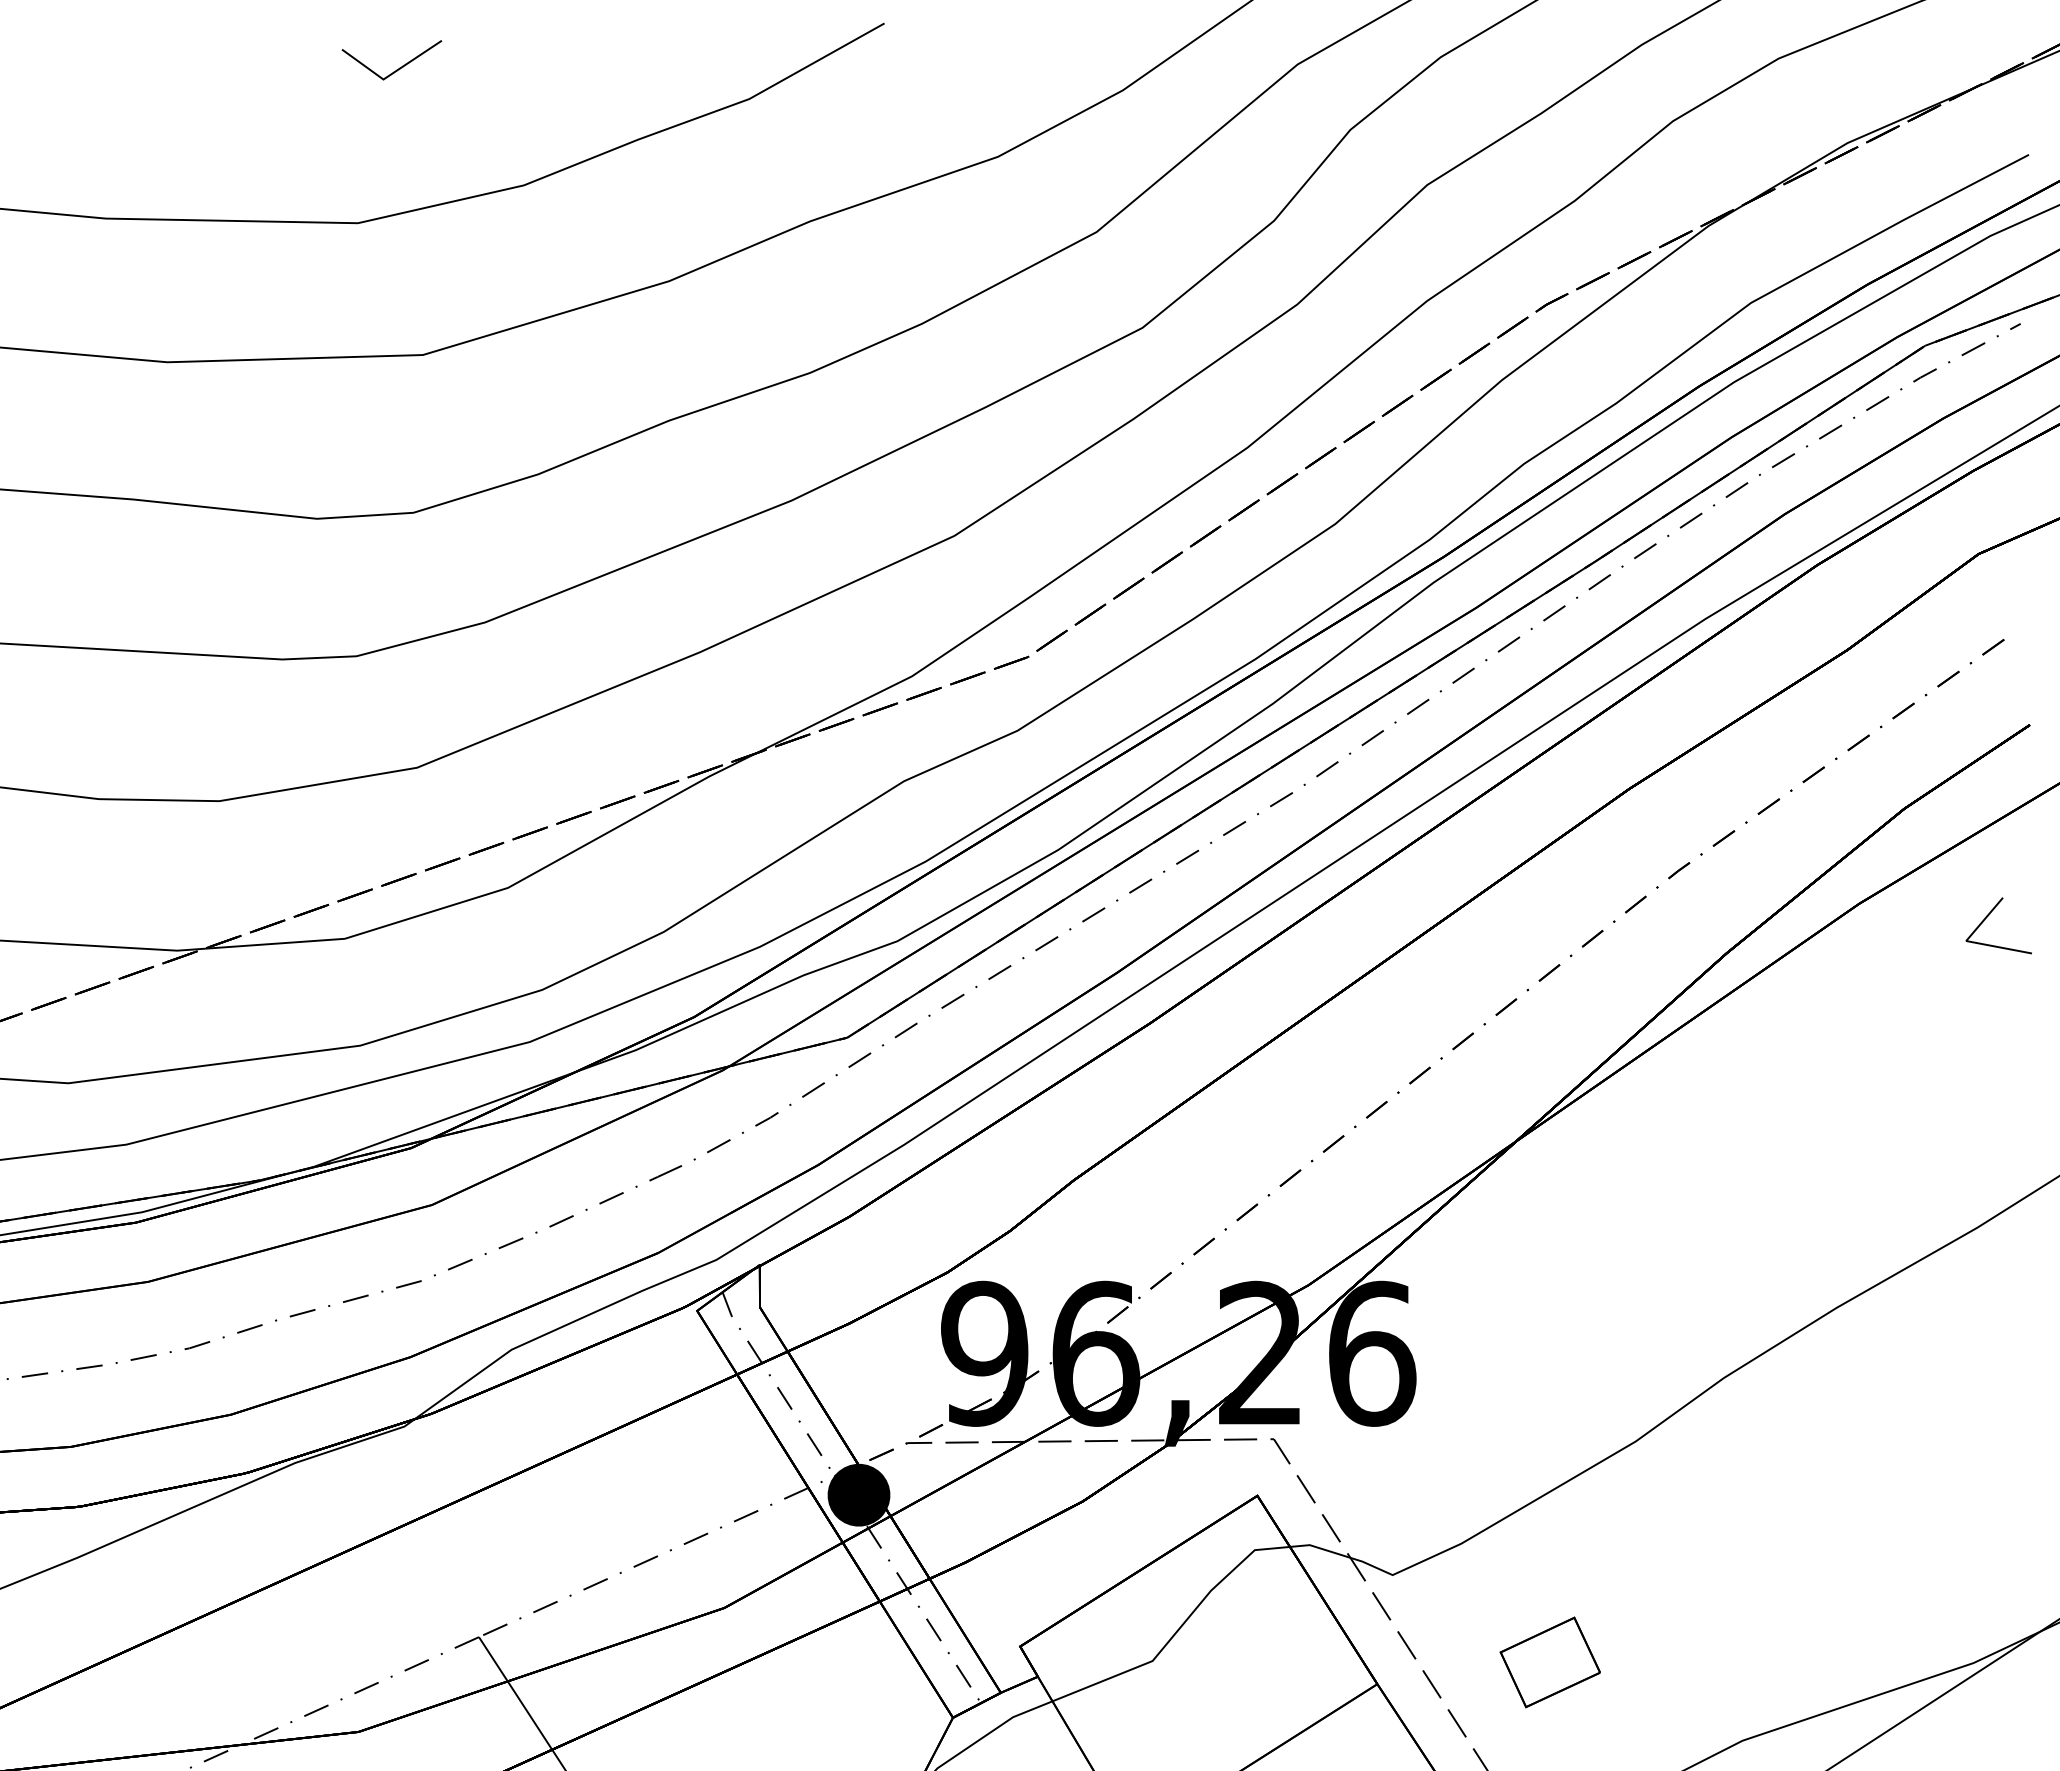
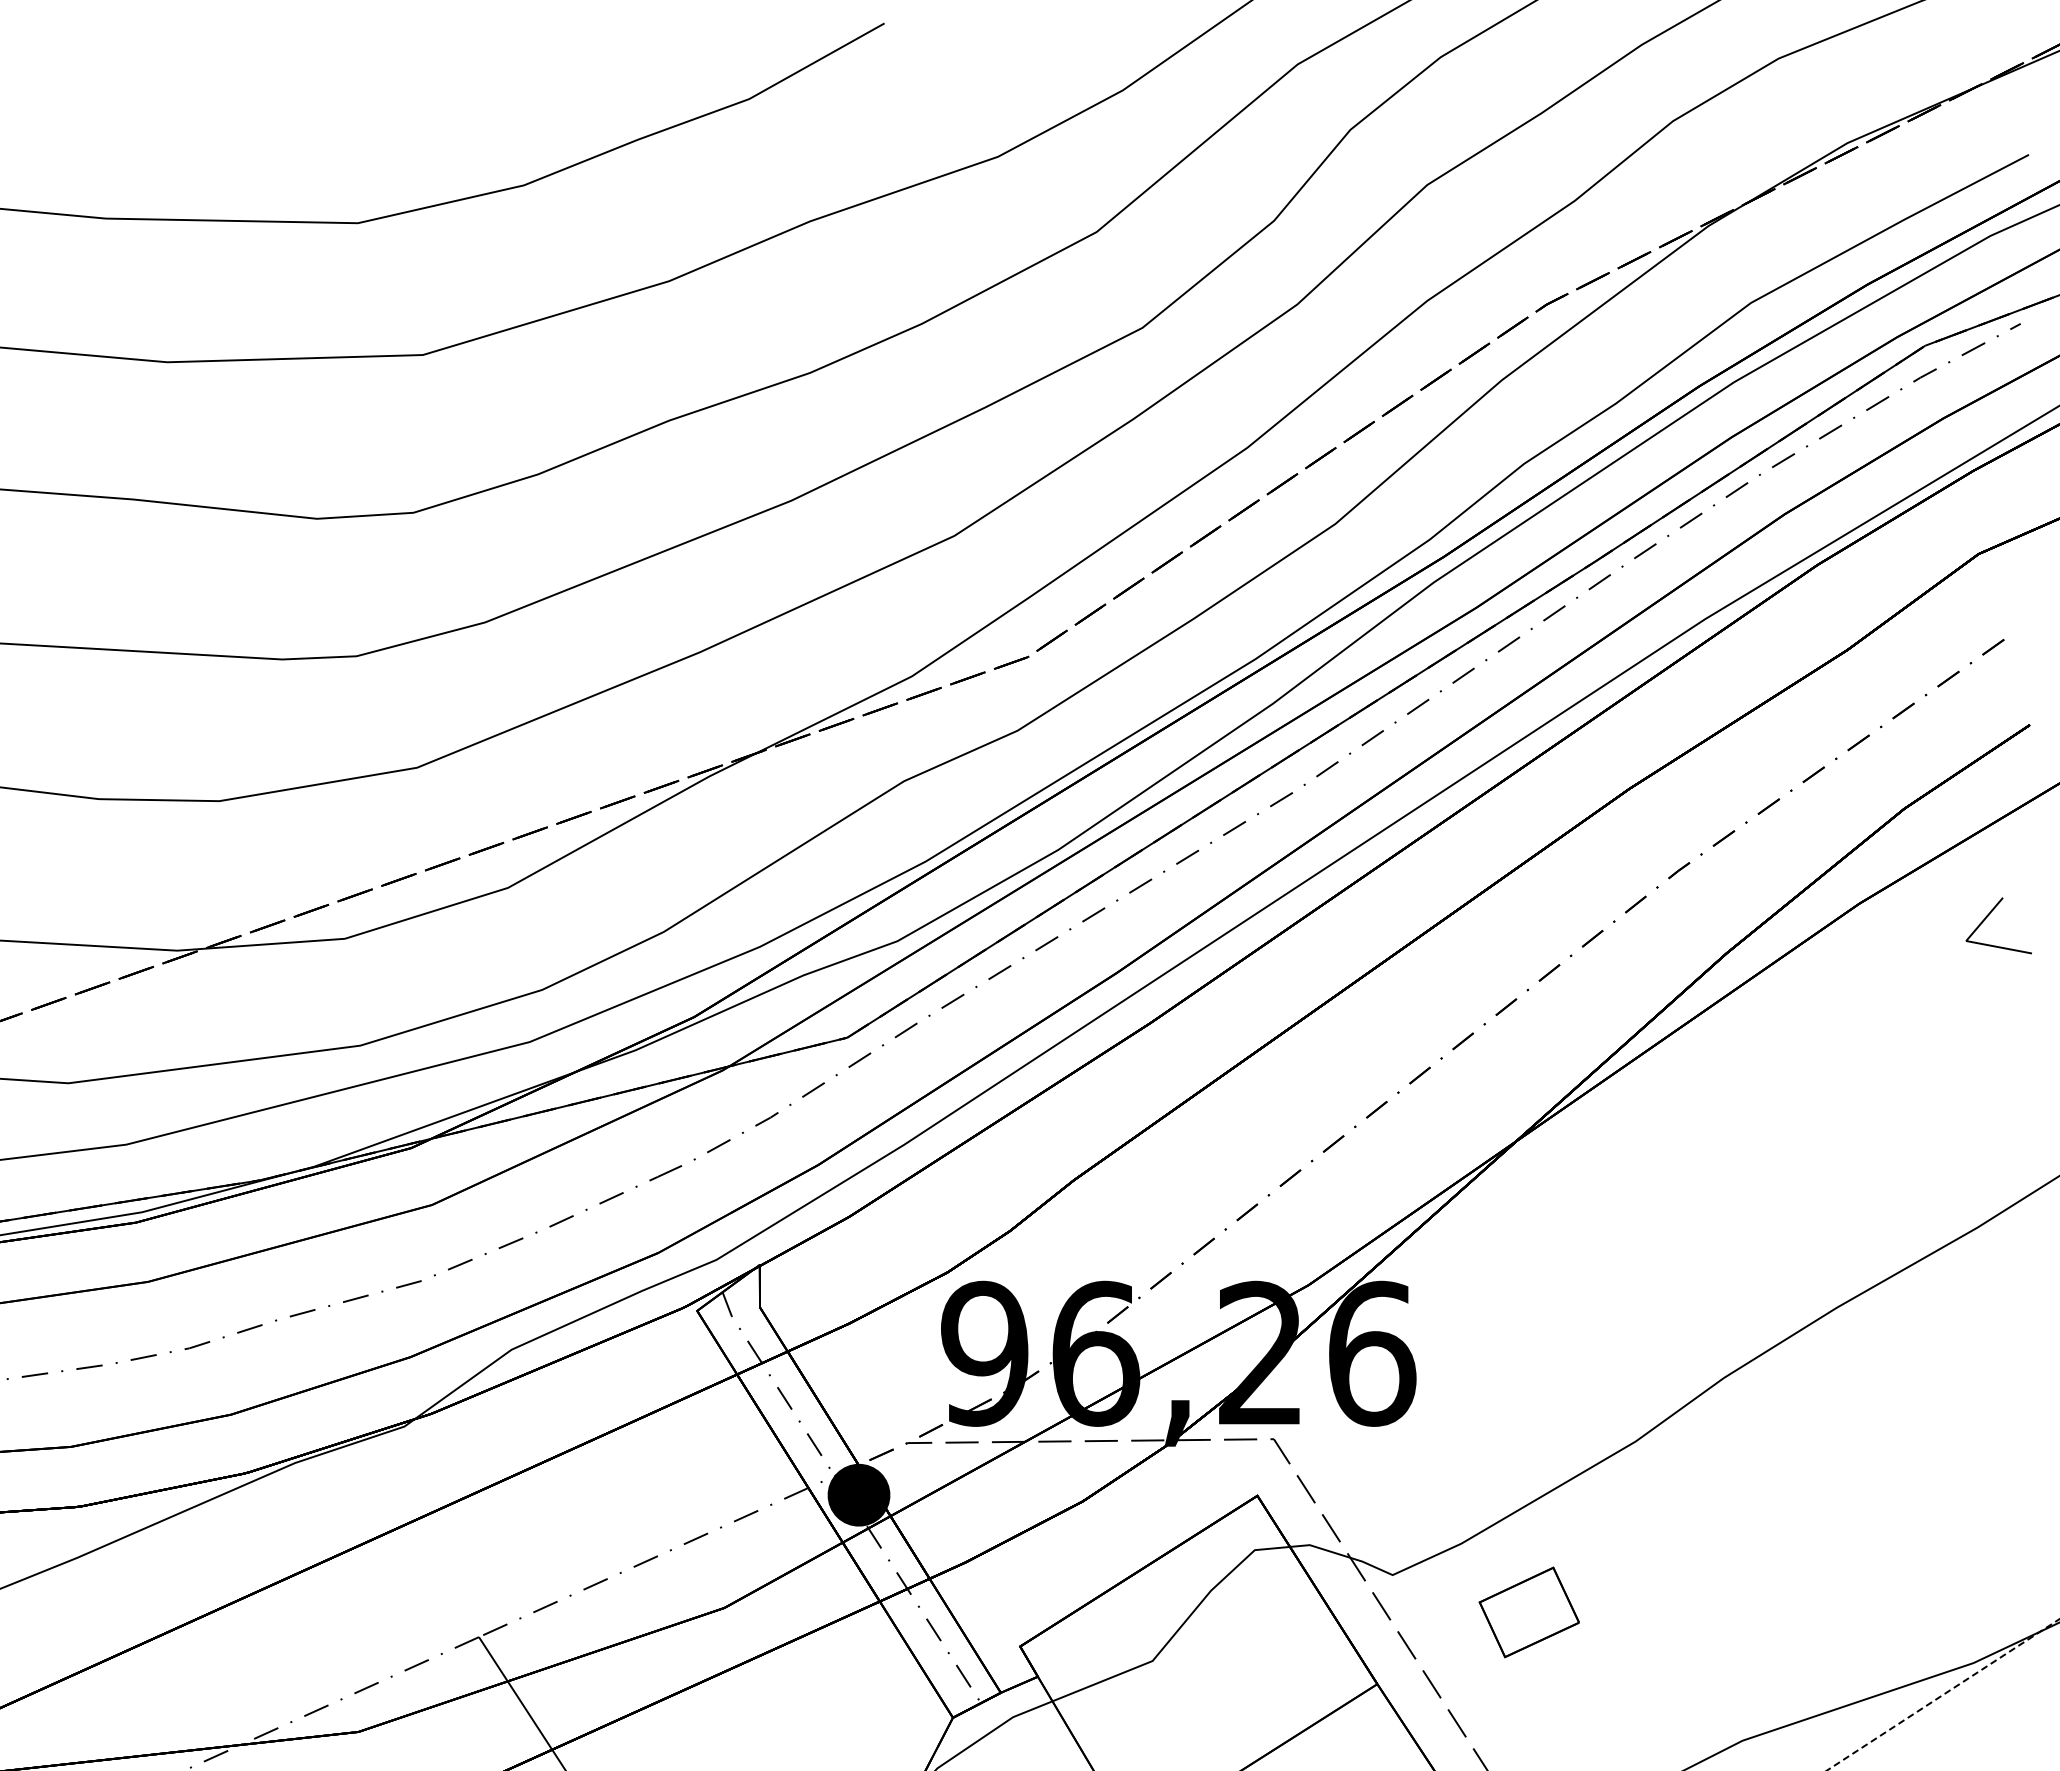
line at (396, 69): present -> none
part at (1549, 1662) position: (1549, 1662) -> (1528, 1612)
line at (1943, 1695): solid -> dashed
